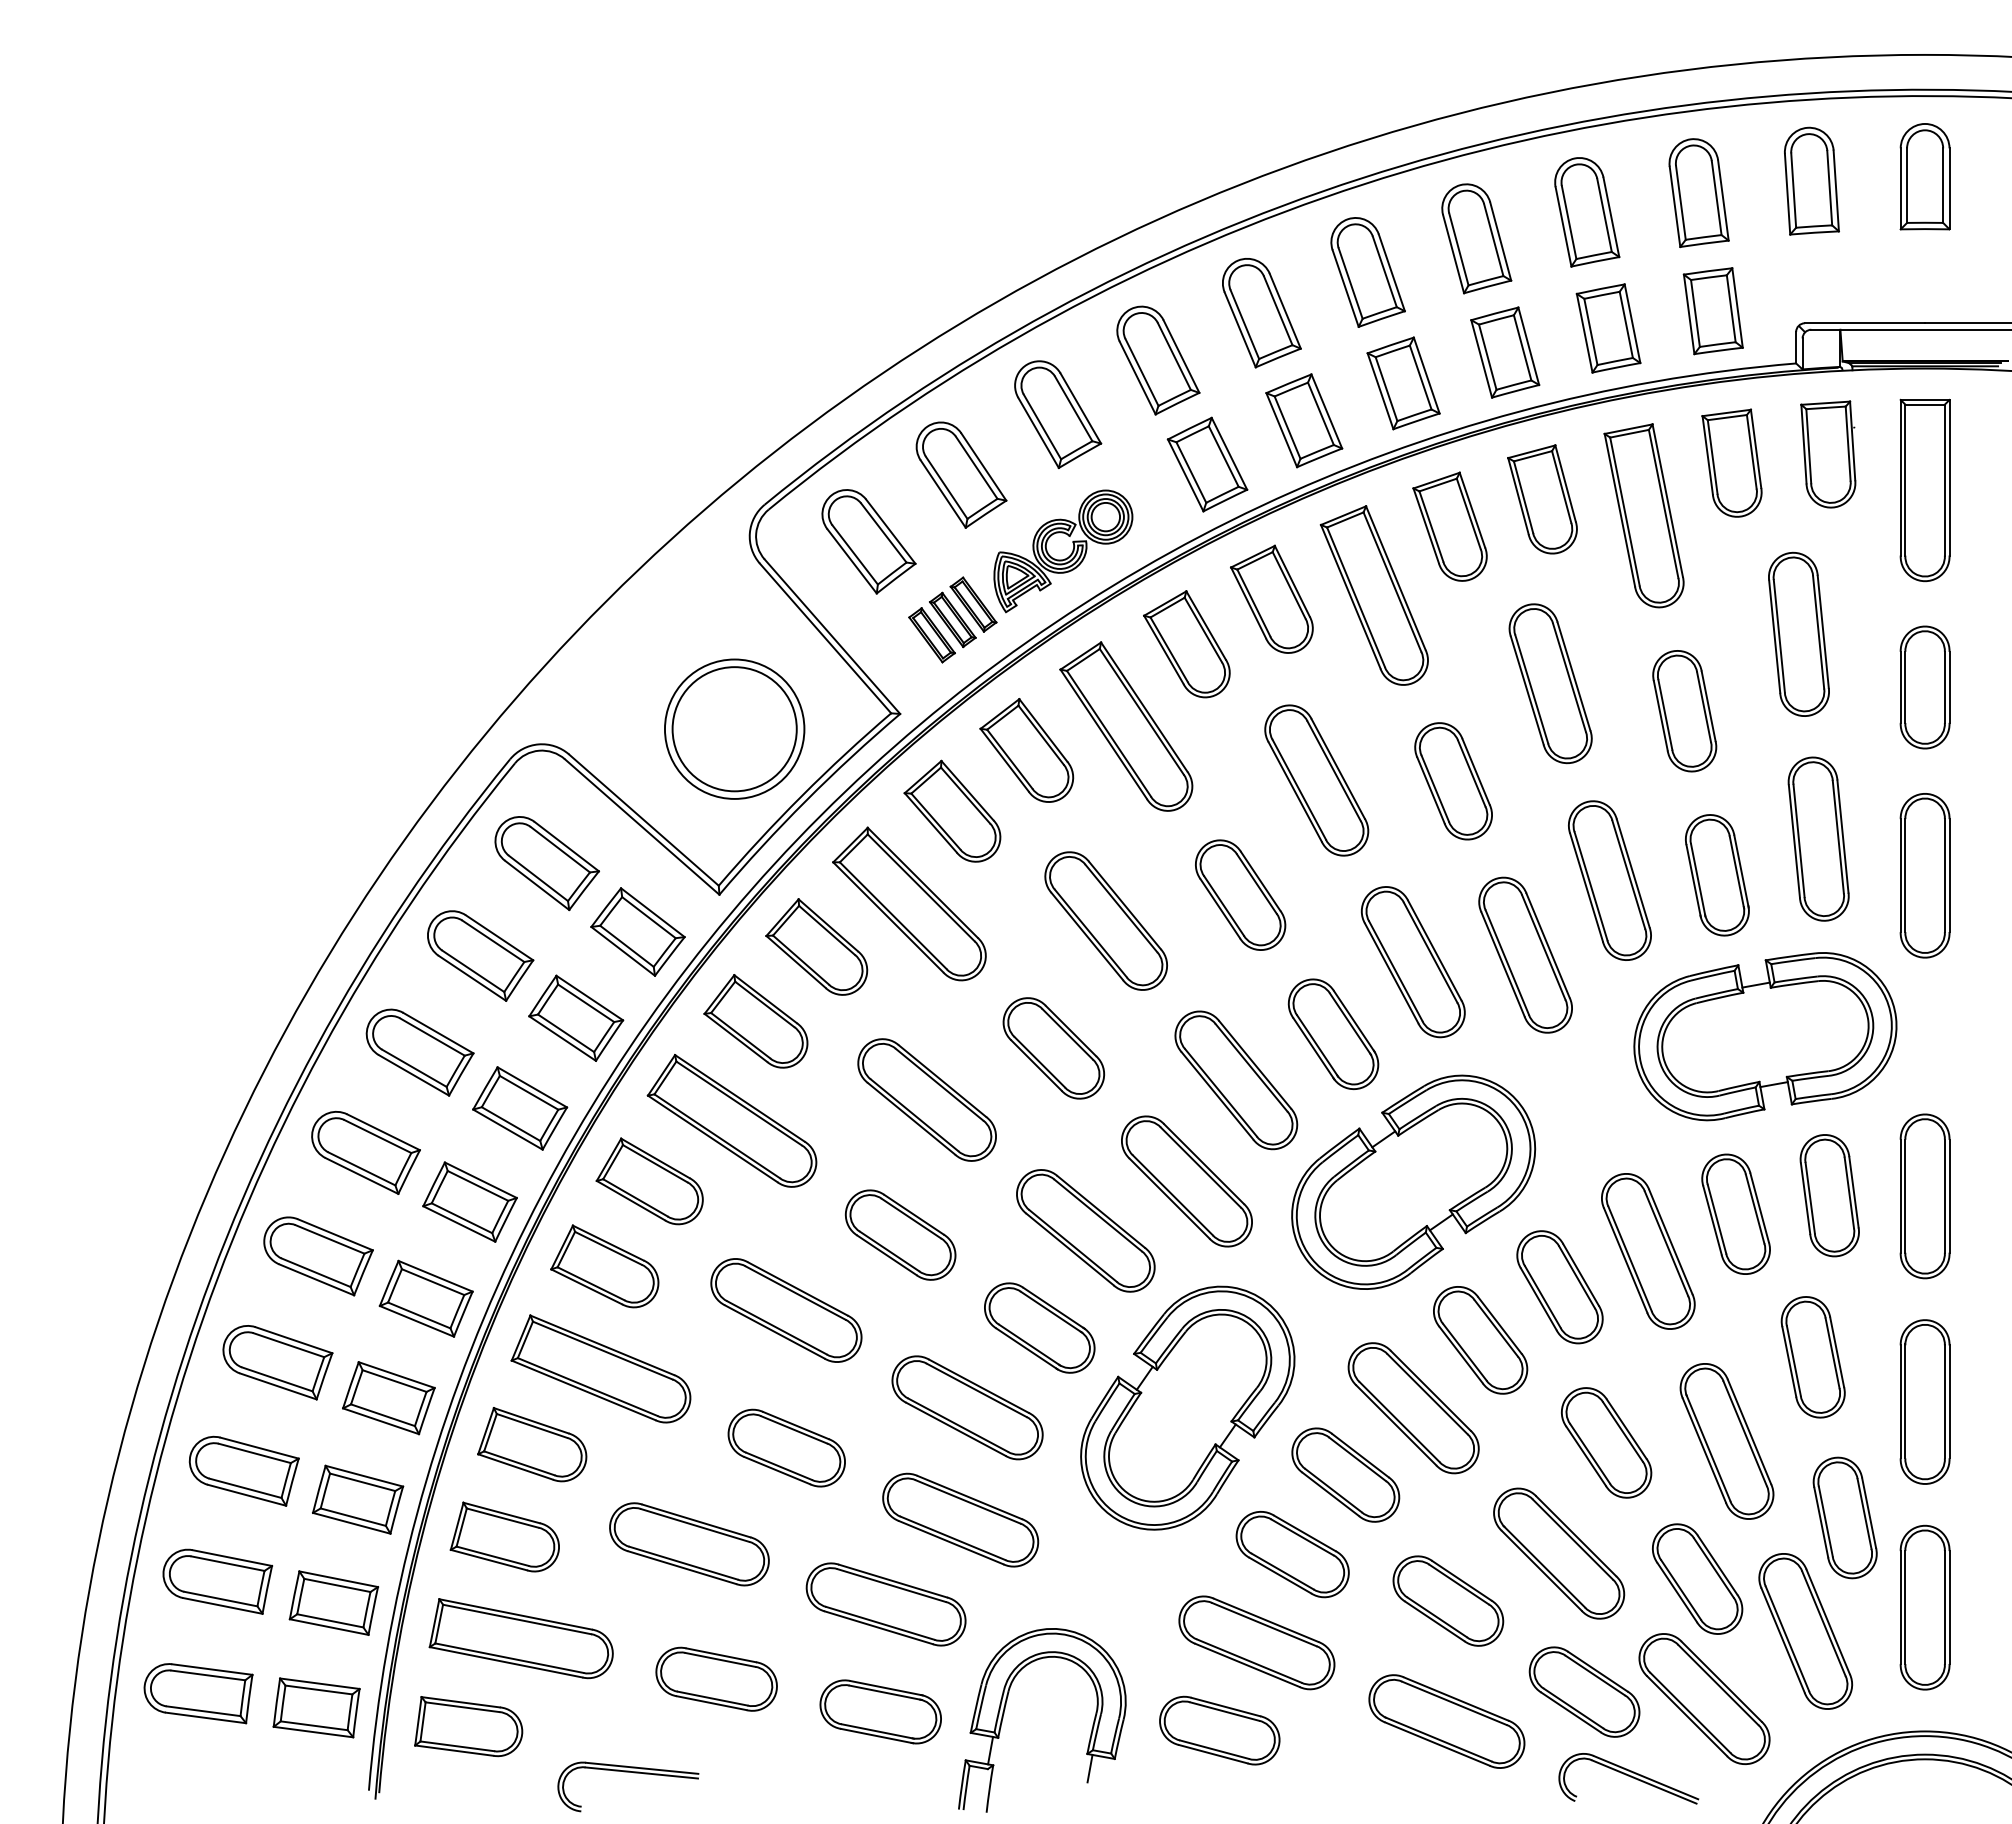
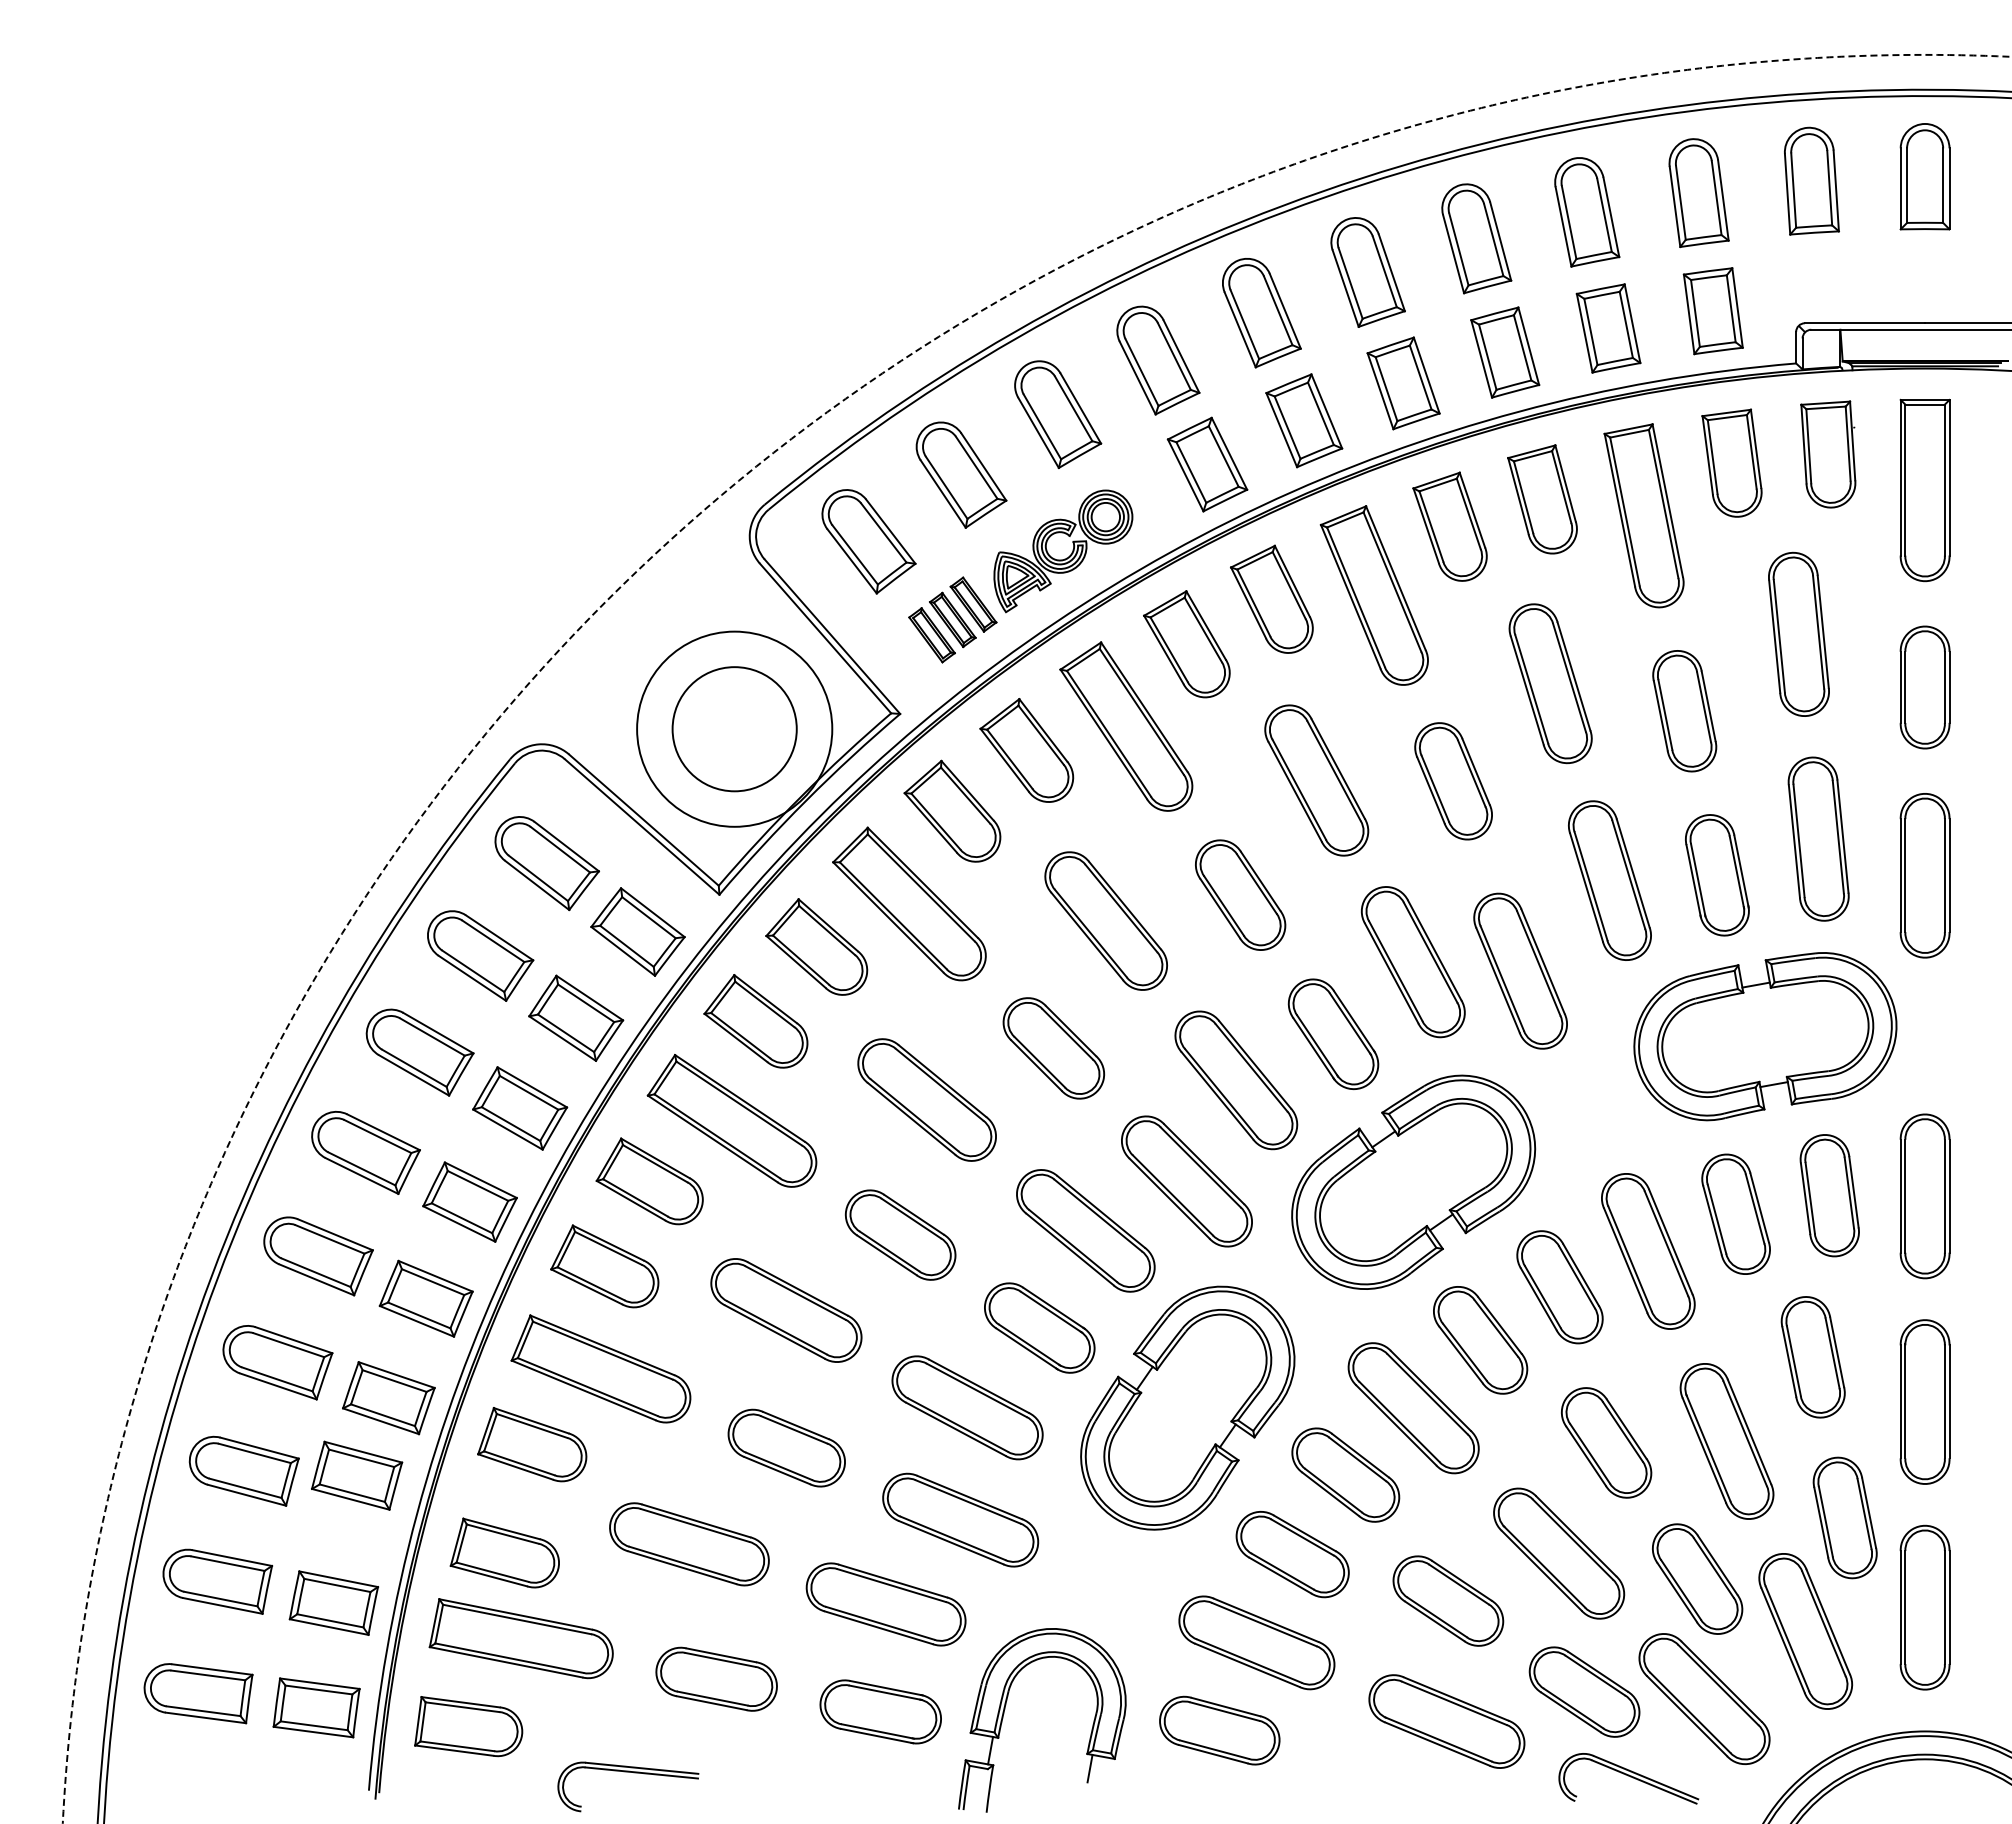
circle at (734, 728) diameter: 139 px -> 195 px
circle at (1036, 938): solid -> dashed
part at (1525, 954) position: (1525, 954) -> (1520, 970)
part at (358, 1499) position: (358, 1499) -> (357, 1475)
part at (504, 1536) position: (504, 1536) -> (504, 1552)
